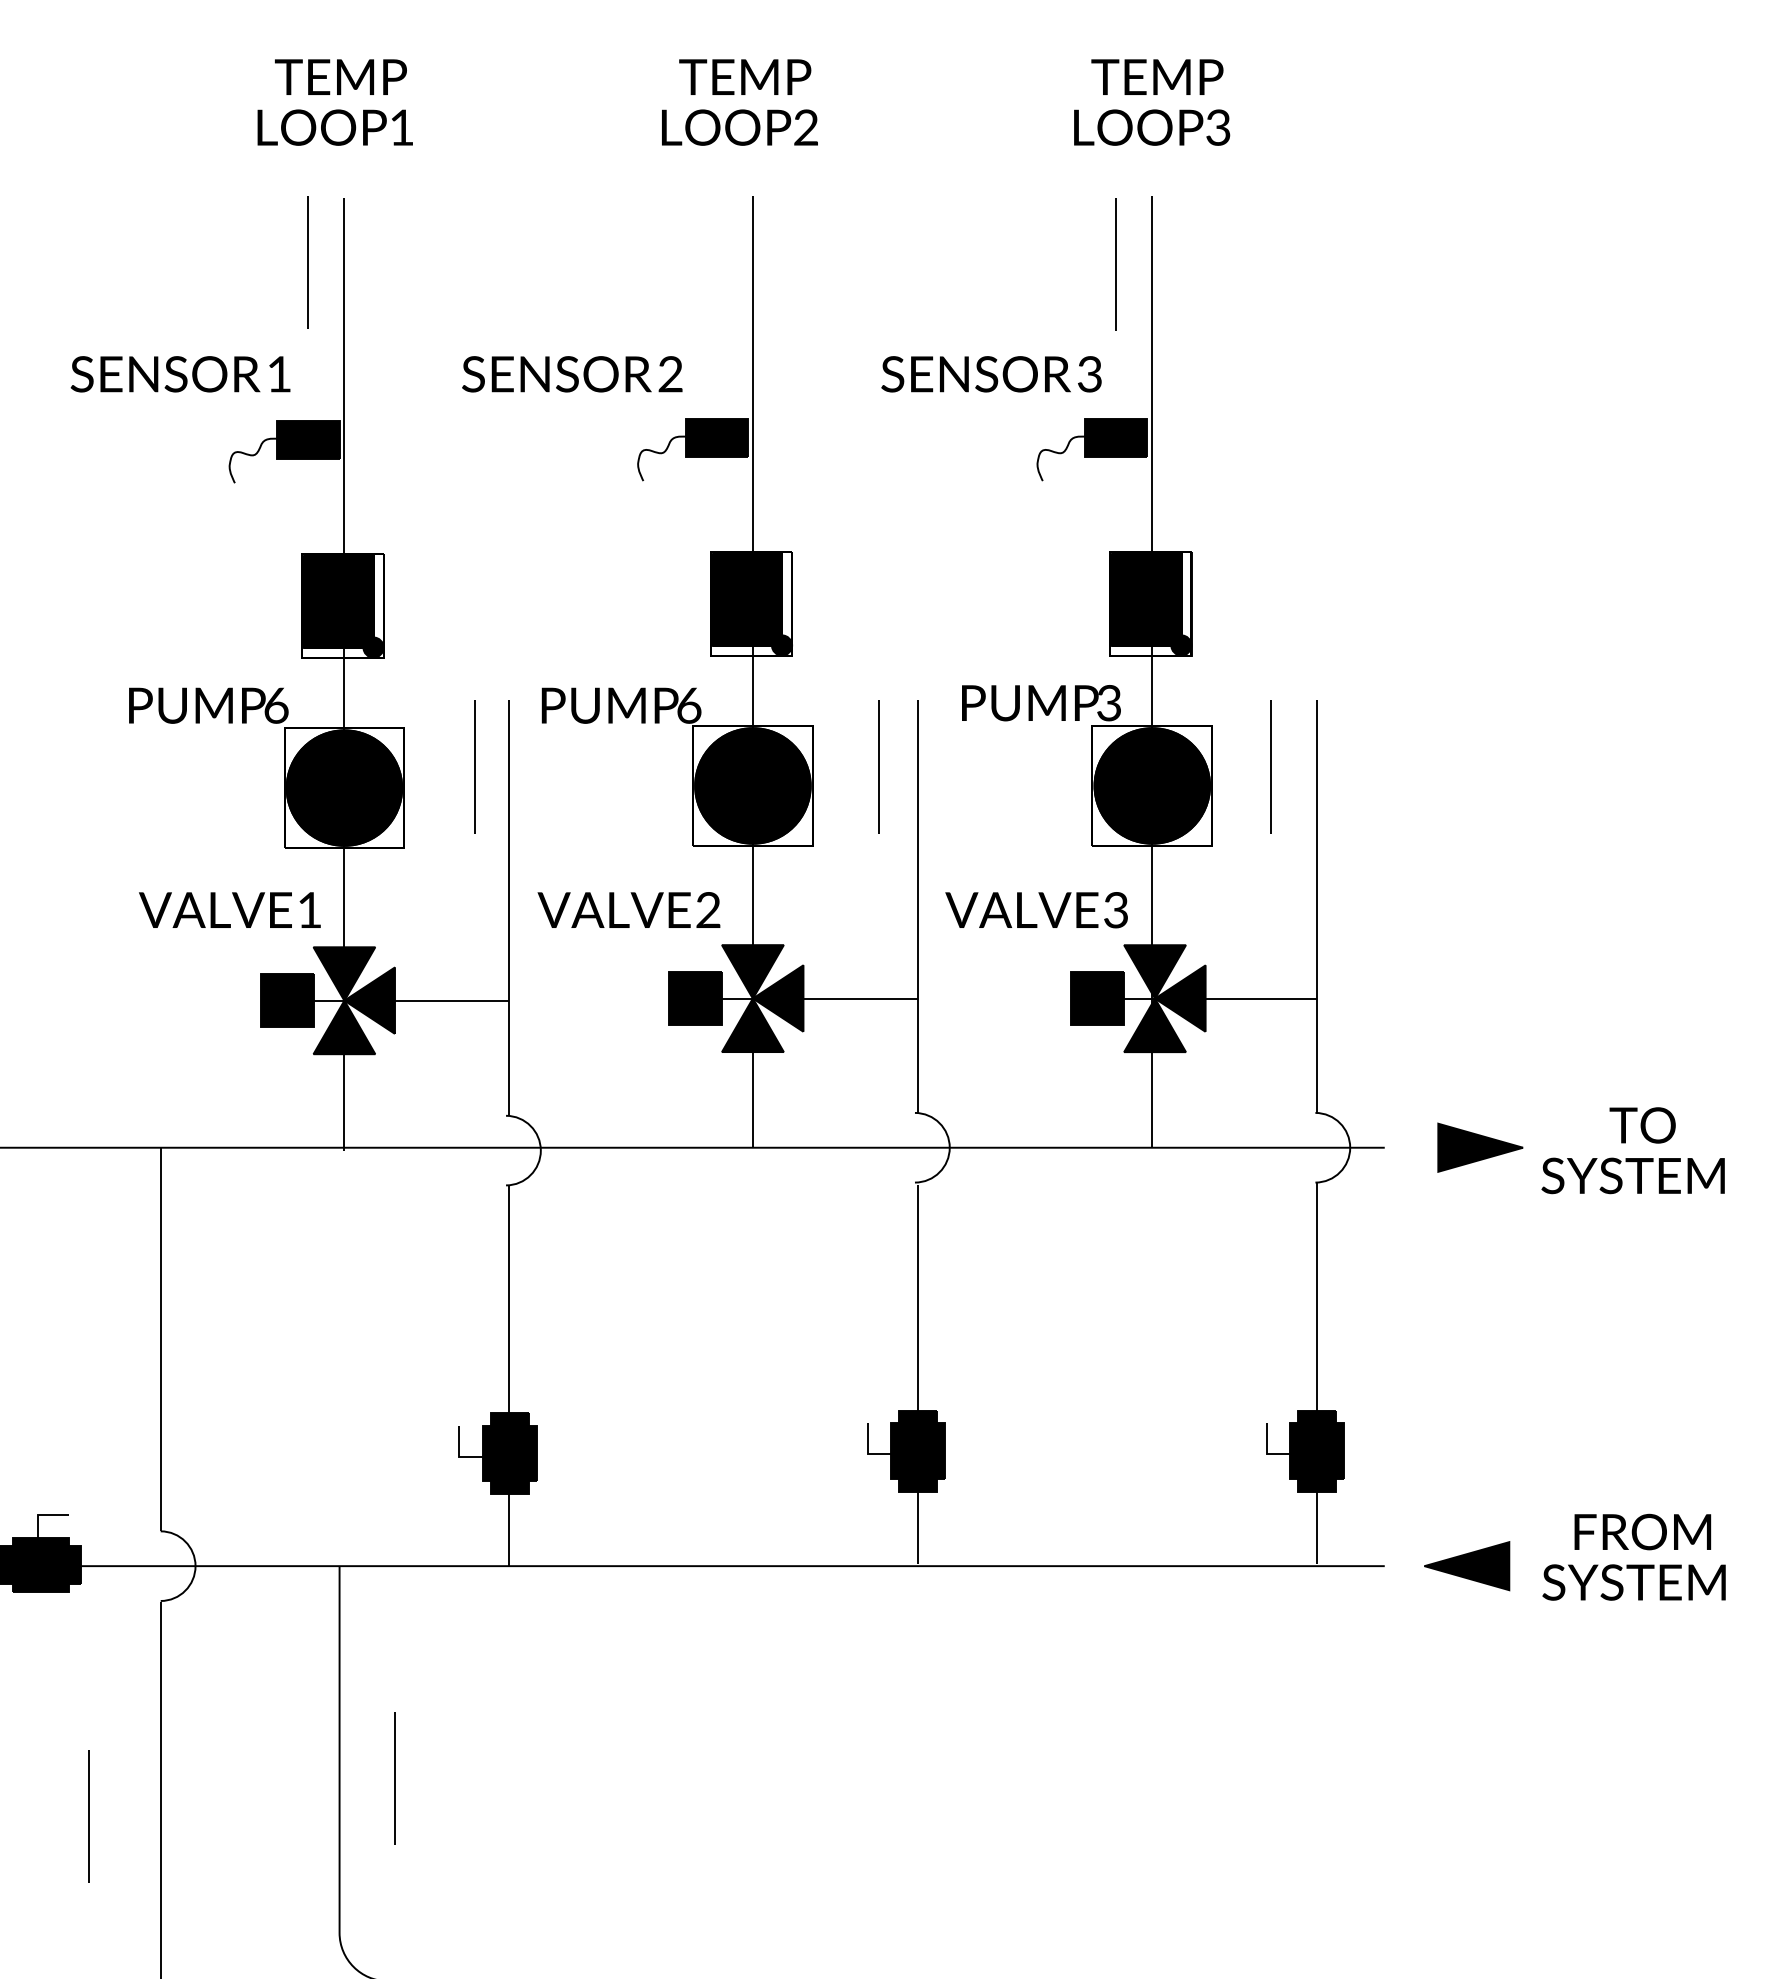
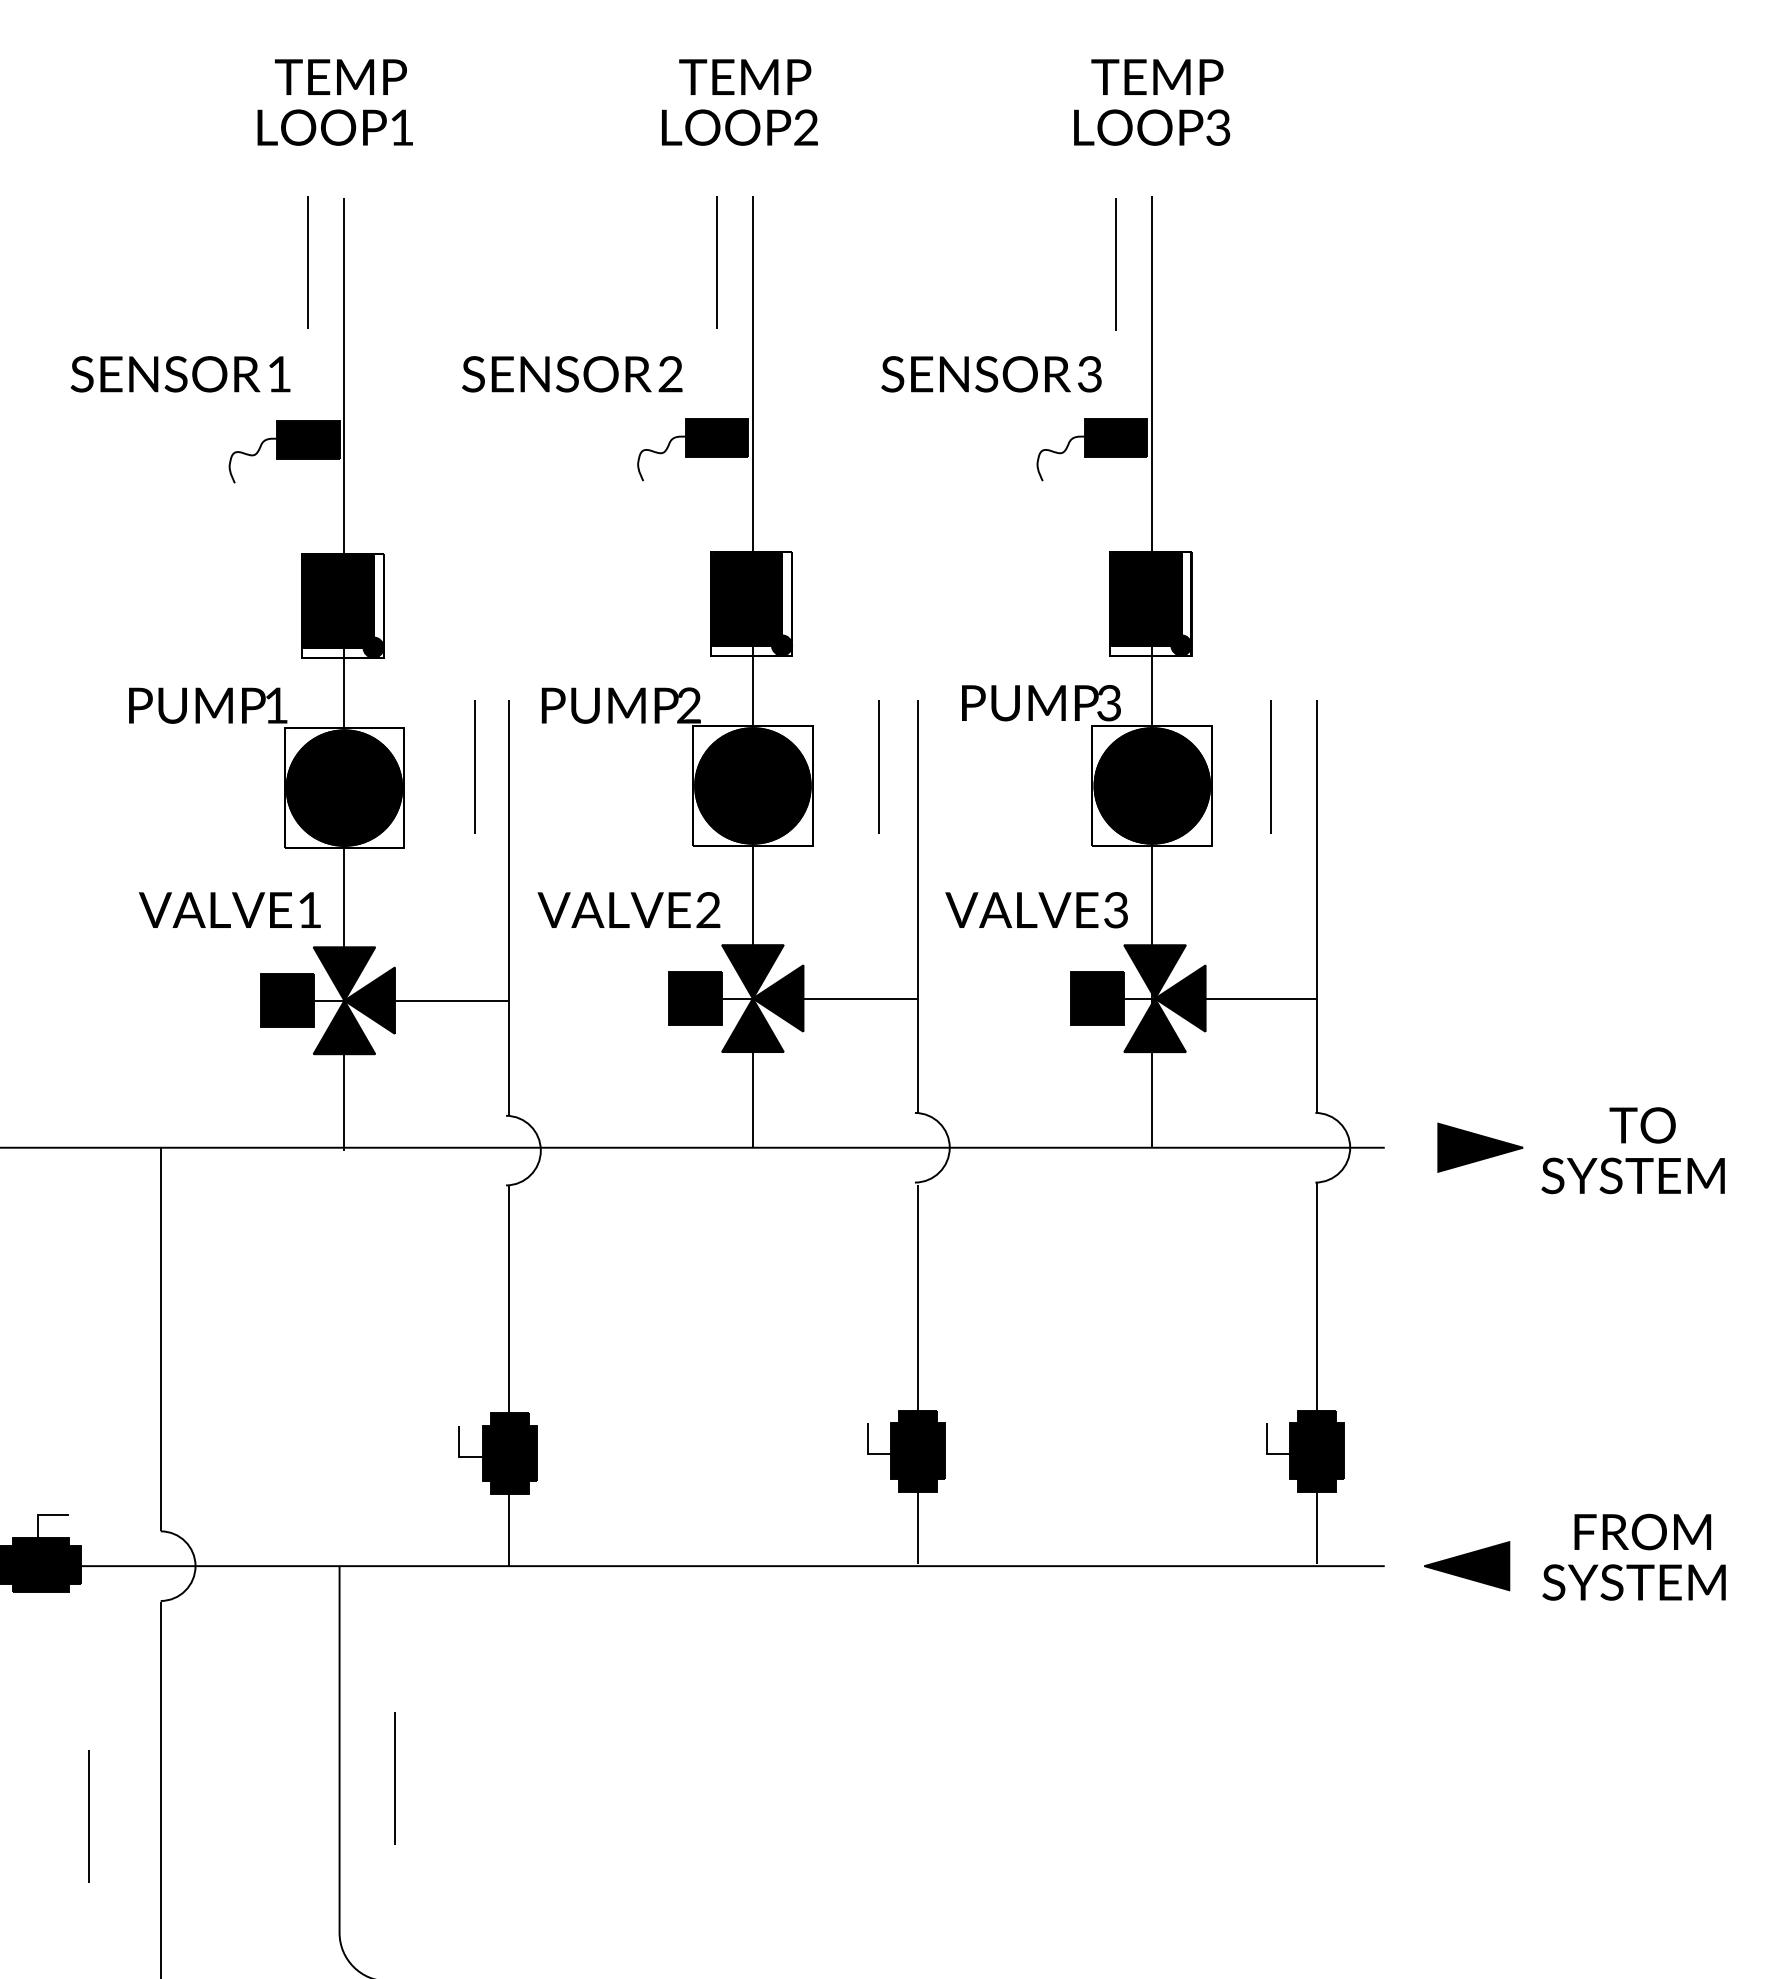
line at (716, 262): none -> present
text at (276, 705): 6 -> 1
text at (689, 705): 6 -> 2
